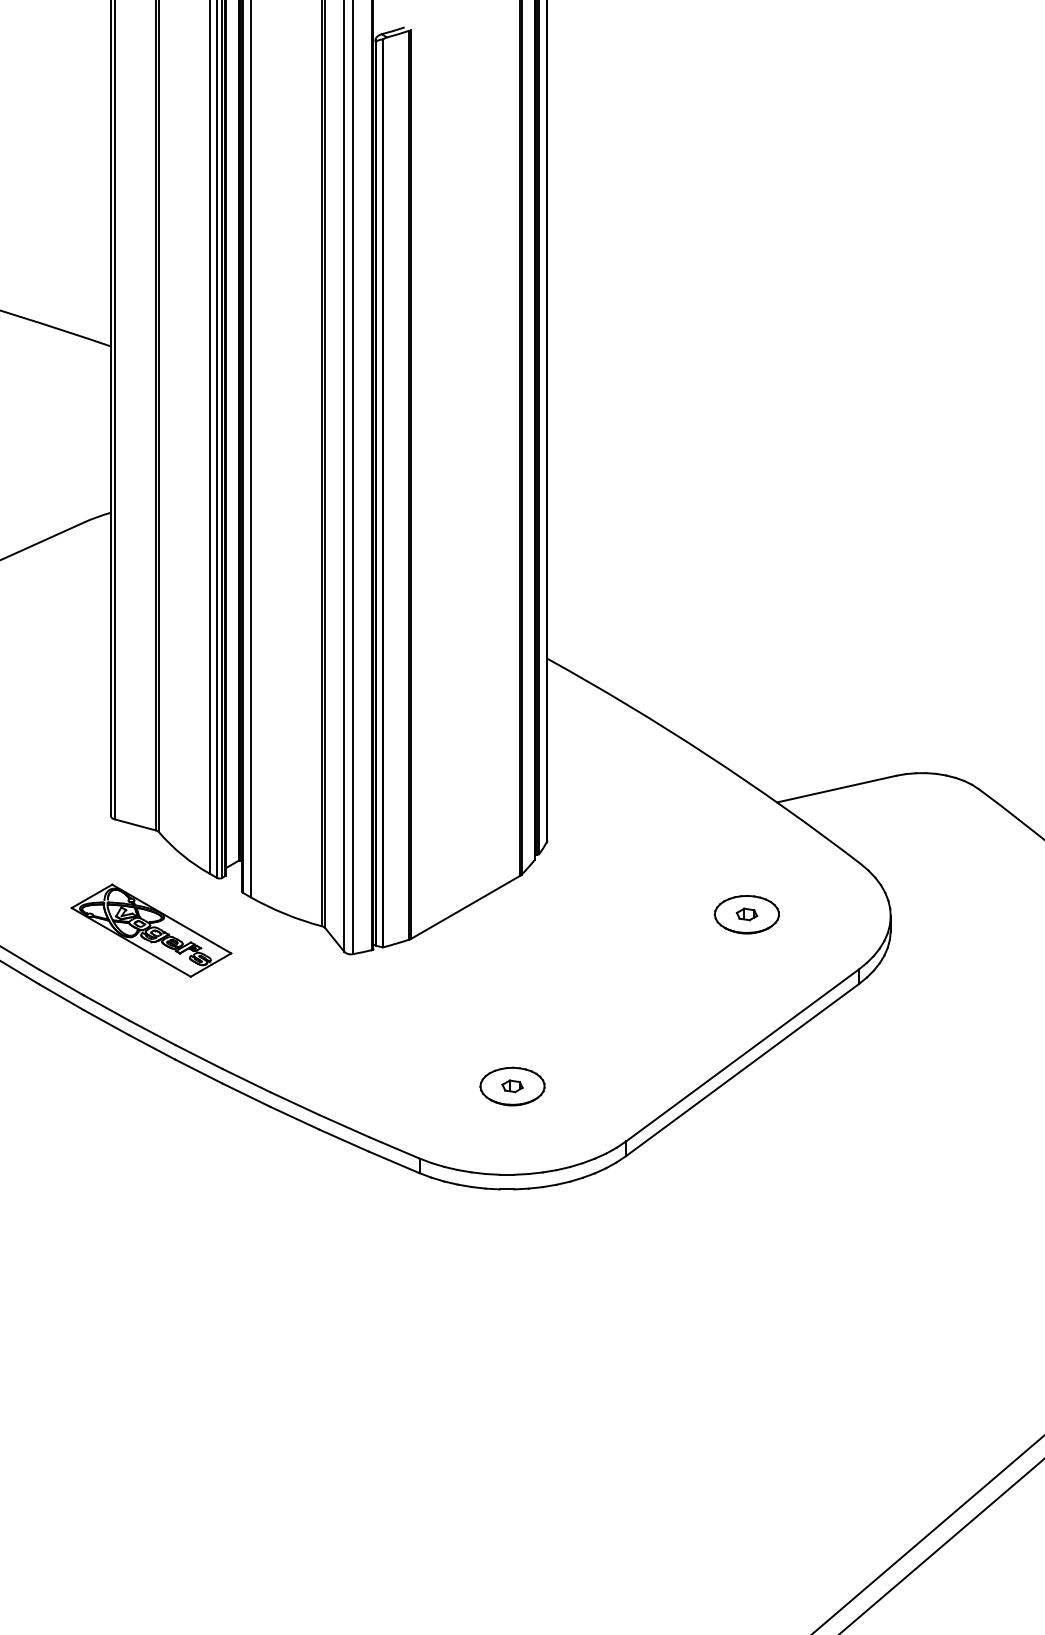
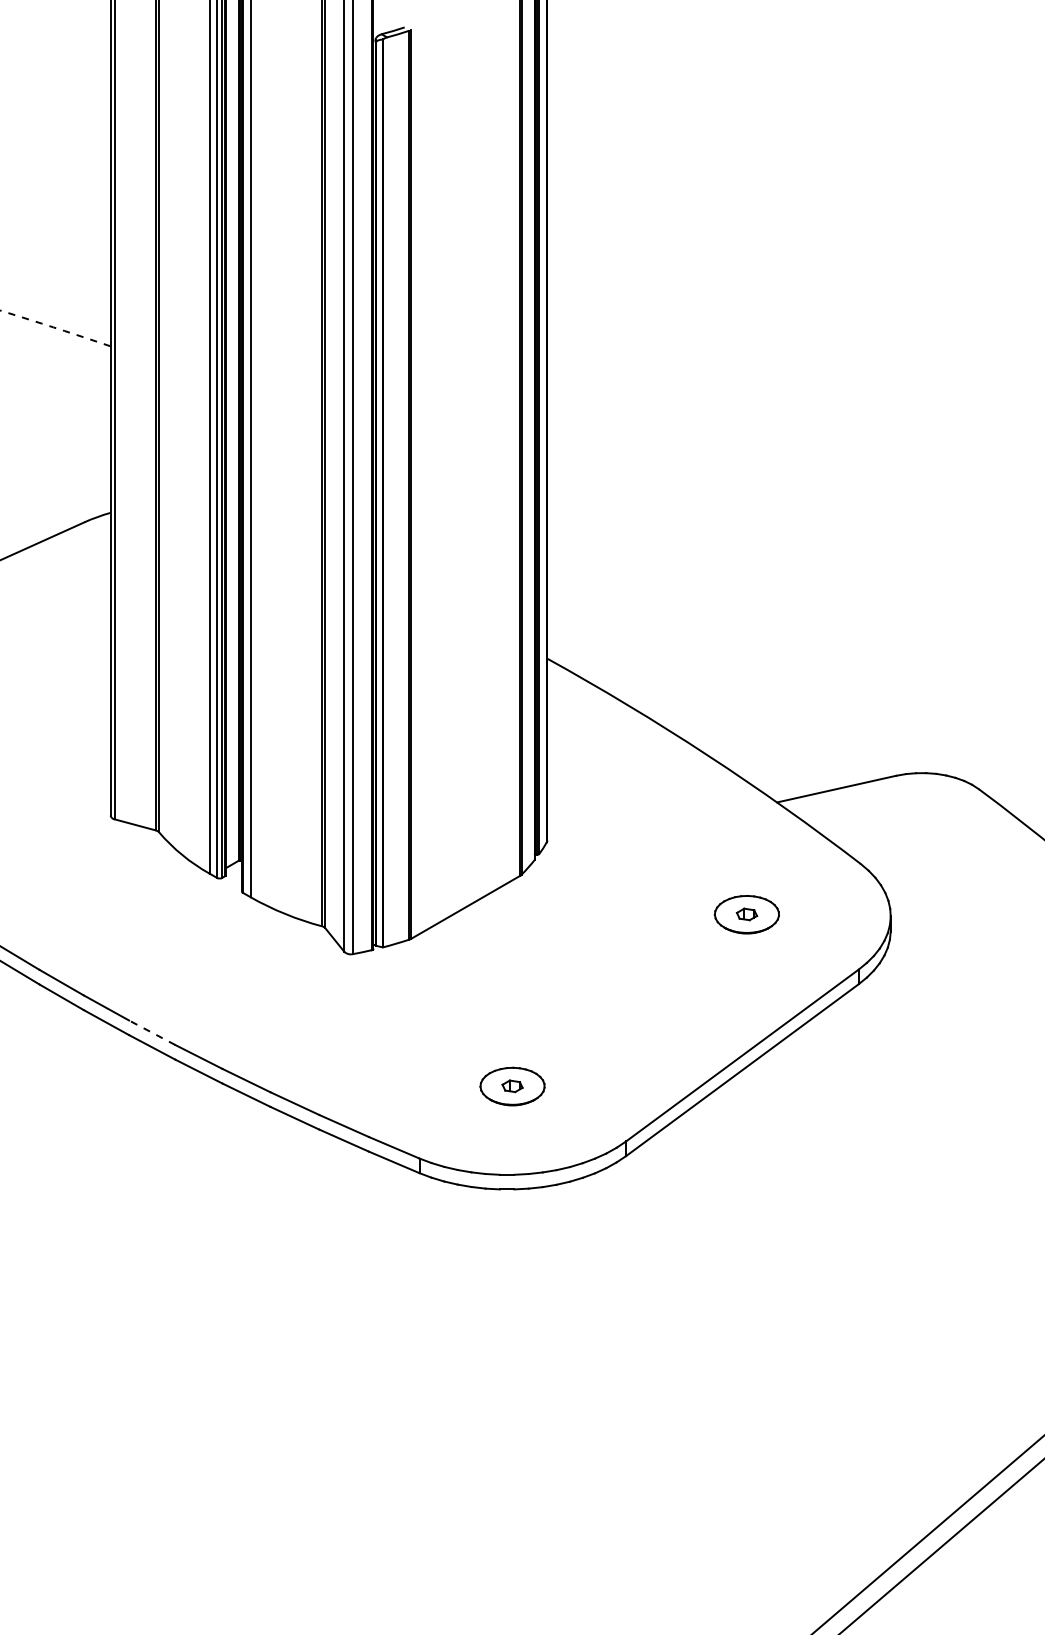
arc at (55, 328): solid -> dashed
part at (151, 930): present -> none
line at (151, 1032): solid -> dashed
